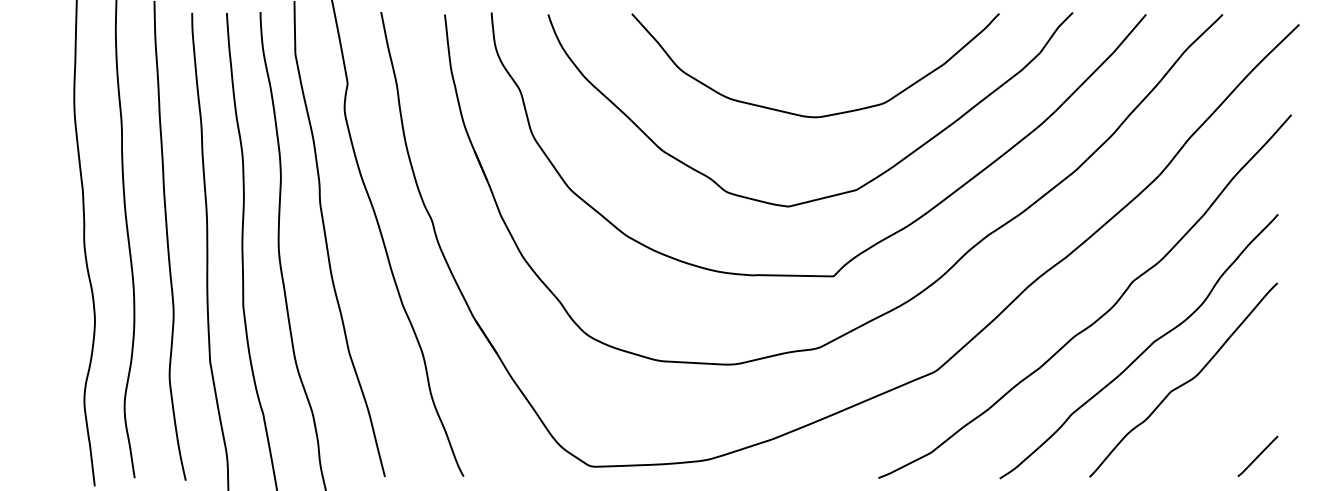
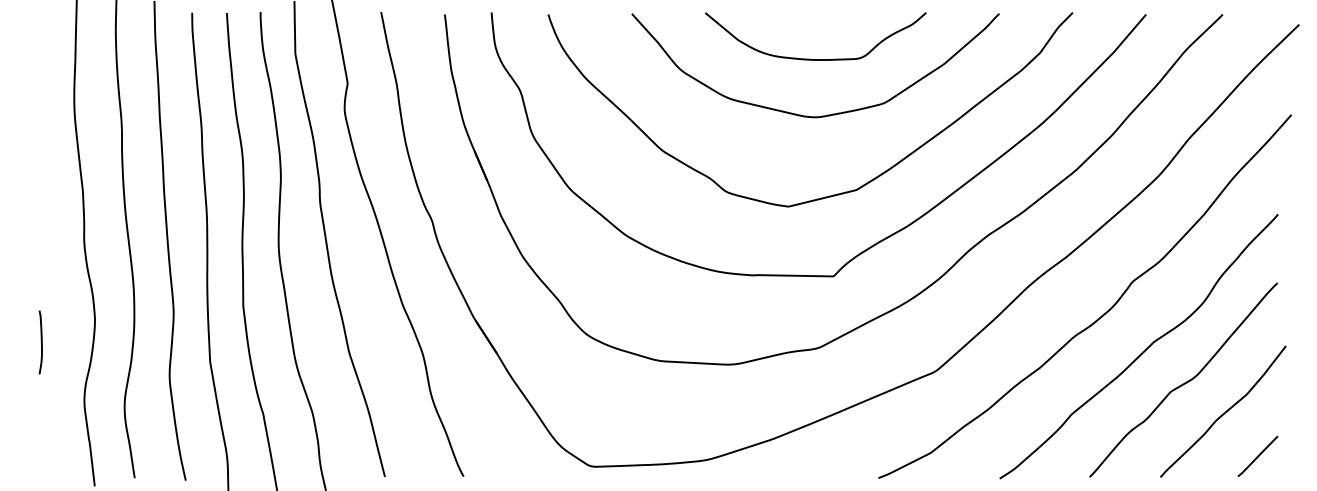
curve at (810, 58): none -> present
curve at (41, 342): none -> present
curve at (1224, 412): none -> present
